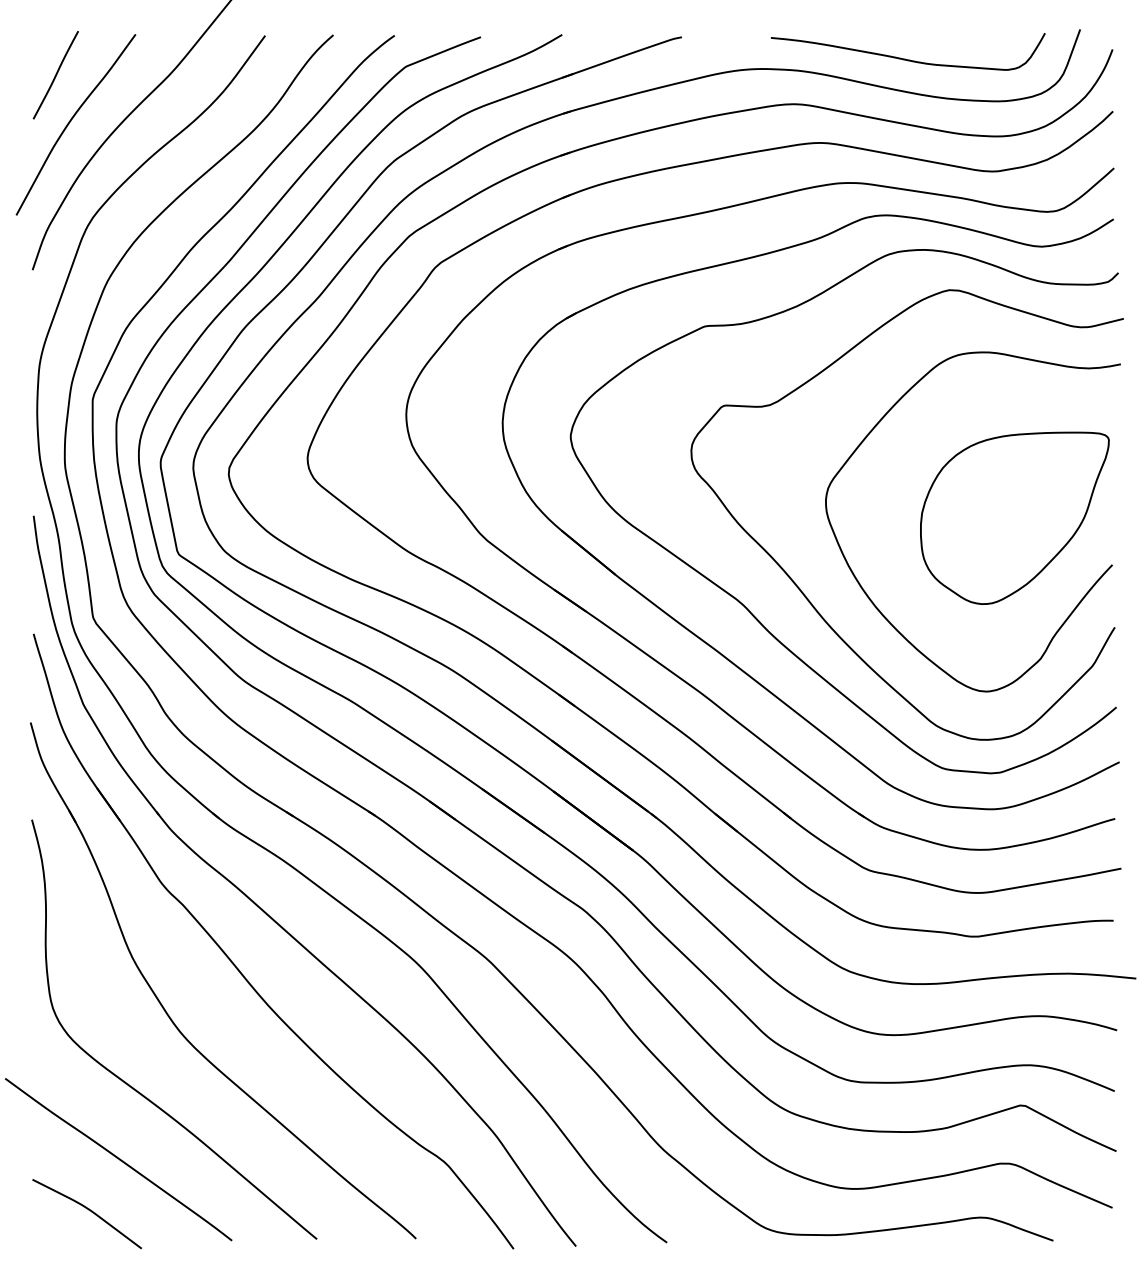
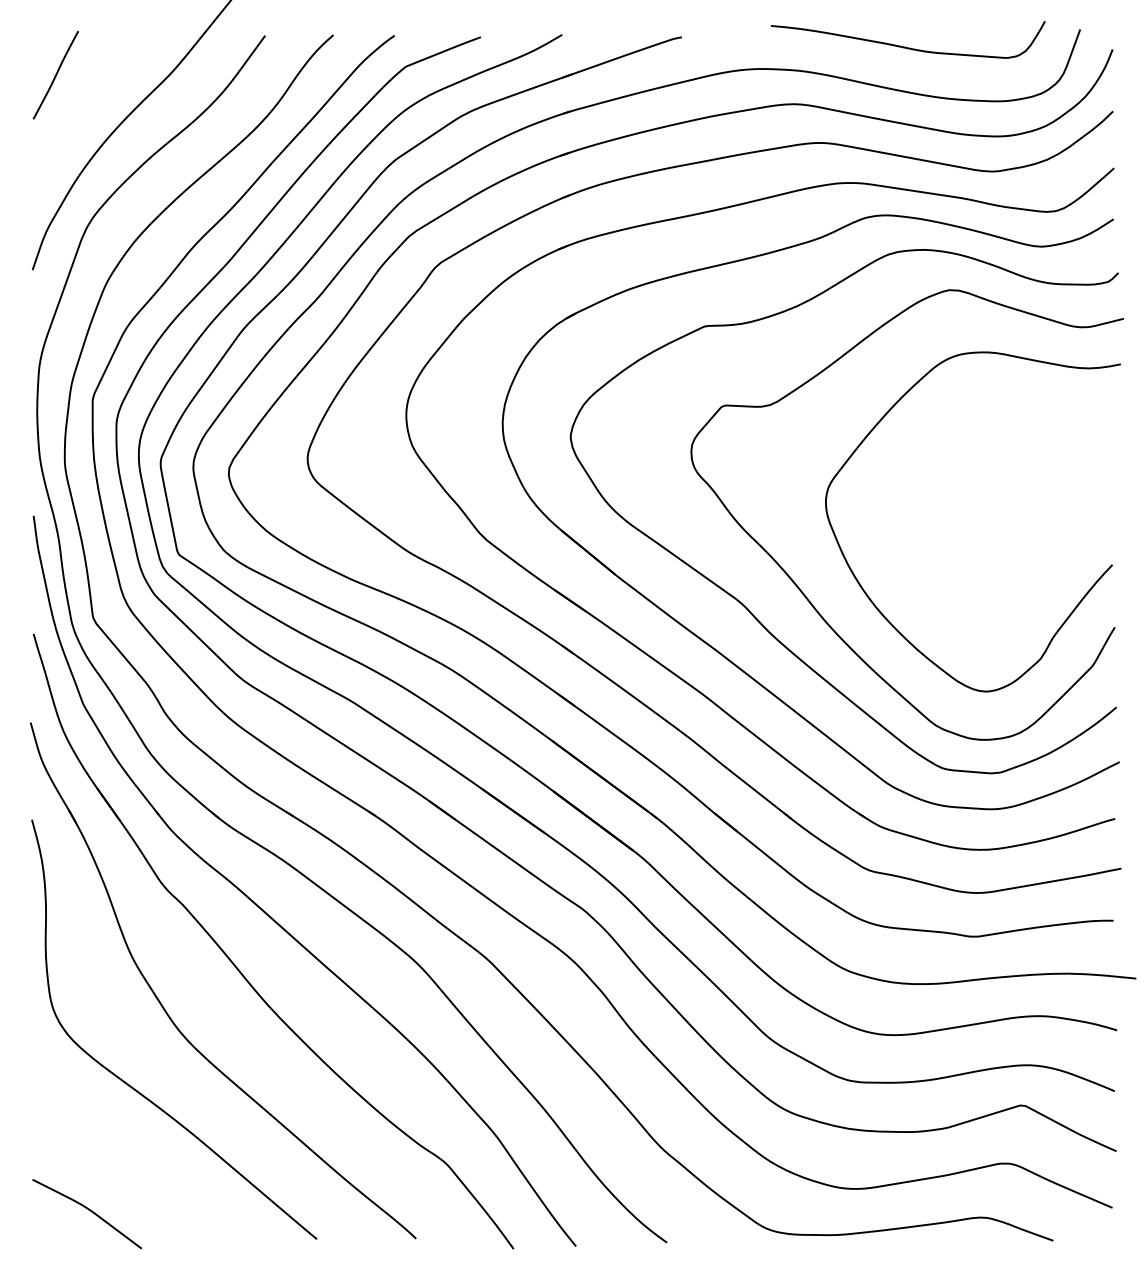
curve at (905, 58) position: (905, 58) -> (905, 46)
curve at (71, 121): present -> none
part at (1014, 517): present -> none
curve at (118, 1159): present -> none
